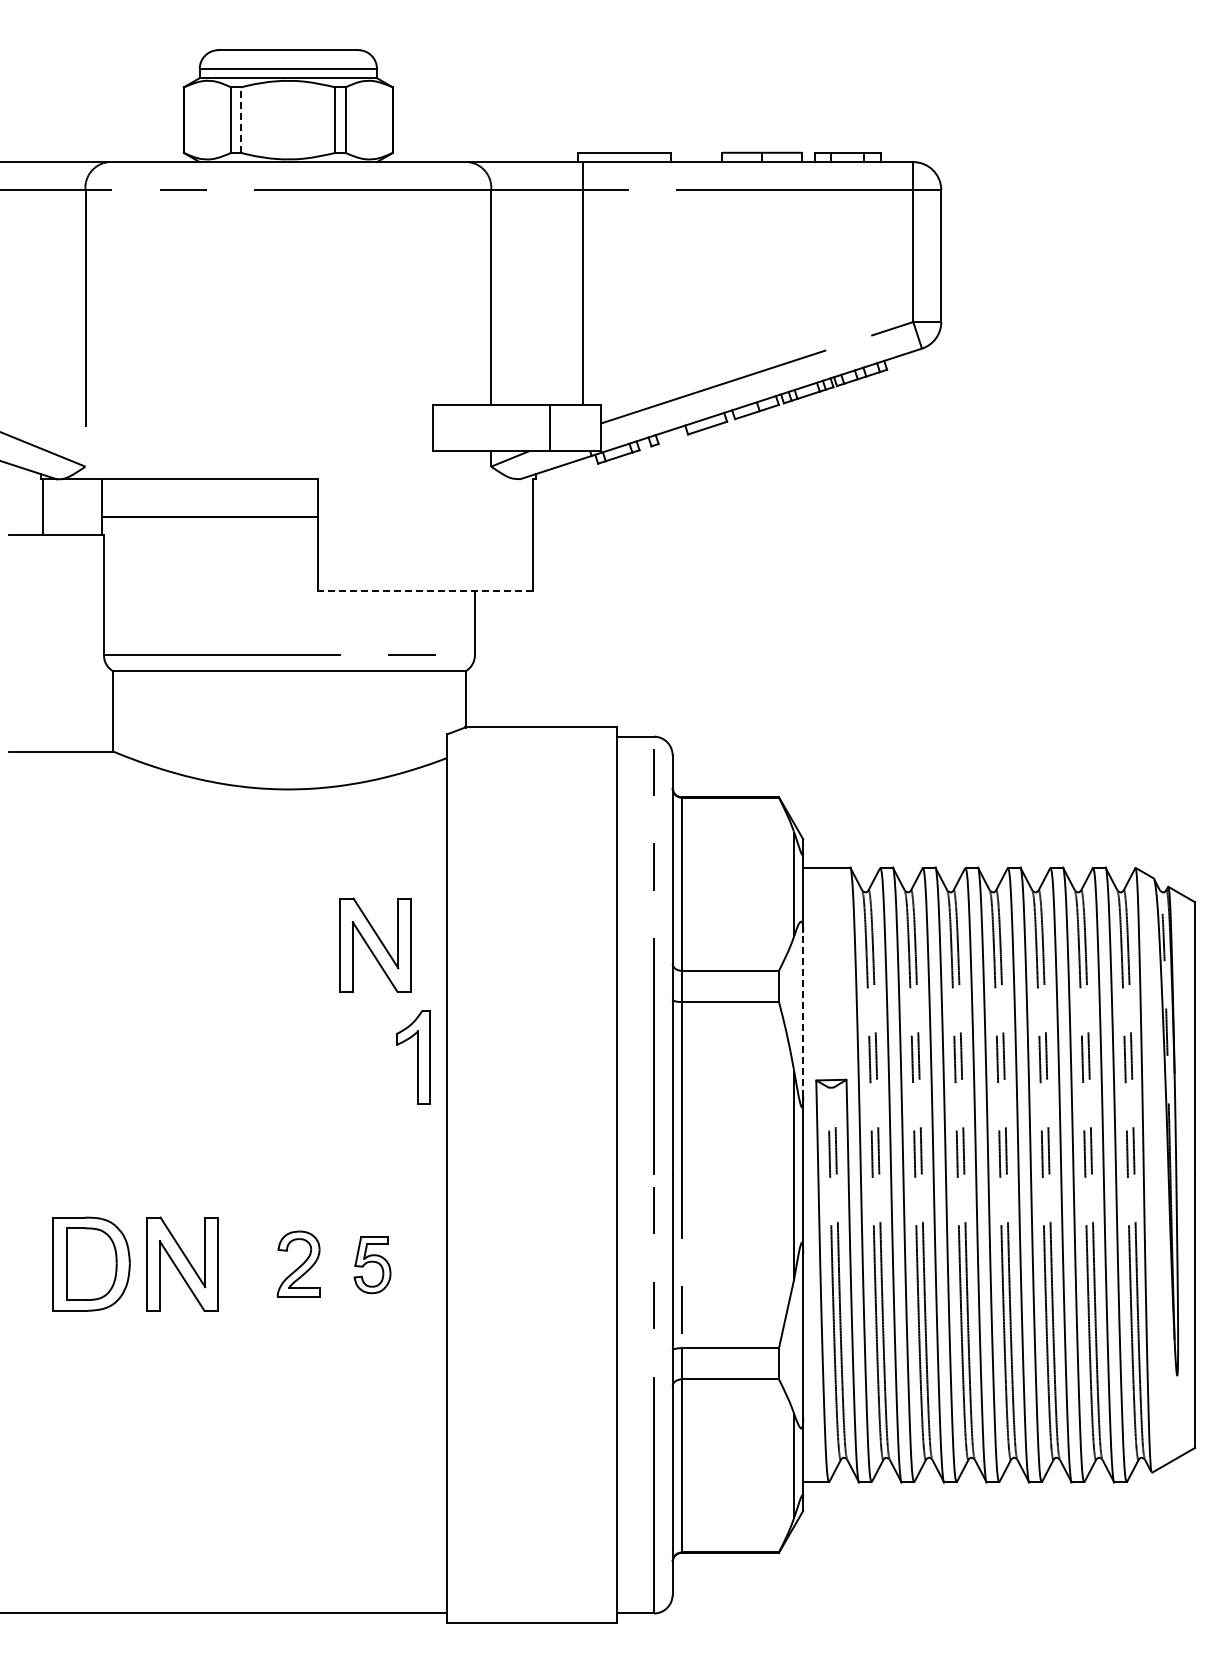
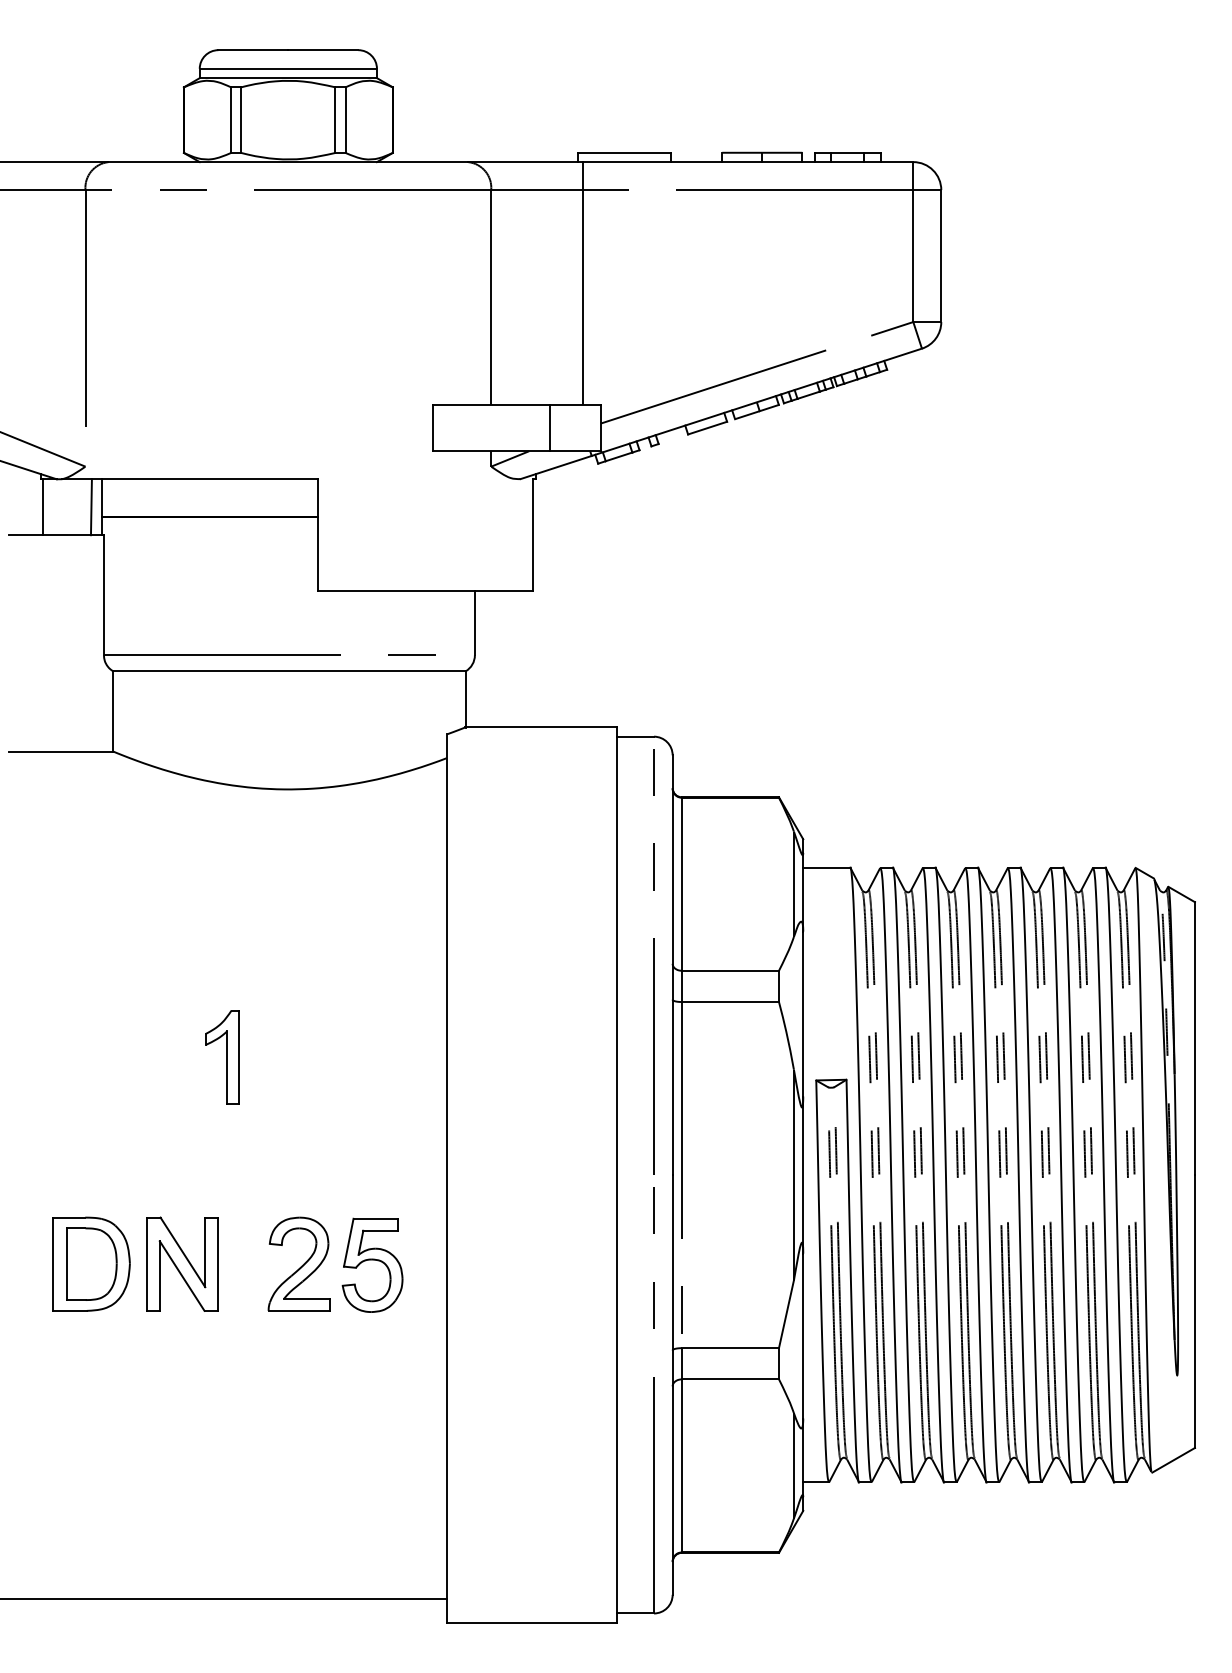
line at (241, 120): dashed -> solid
line at (90, 507): none -> present
line at (425, 591): dashed -> solid
part at (375, 944): present -> none
line at (803, 1013): dashed -> solid
part at (413, 1057) position: (413, 1057) -> (222, 1057)
part at (298, 1263) size: 45x68 px -> 64x96 px
part at (372, 1265) size: 39x59 px -> 63x96 px
line at (224, 1613) position: (224, 1613) -> (224, 1599)
